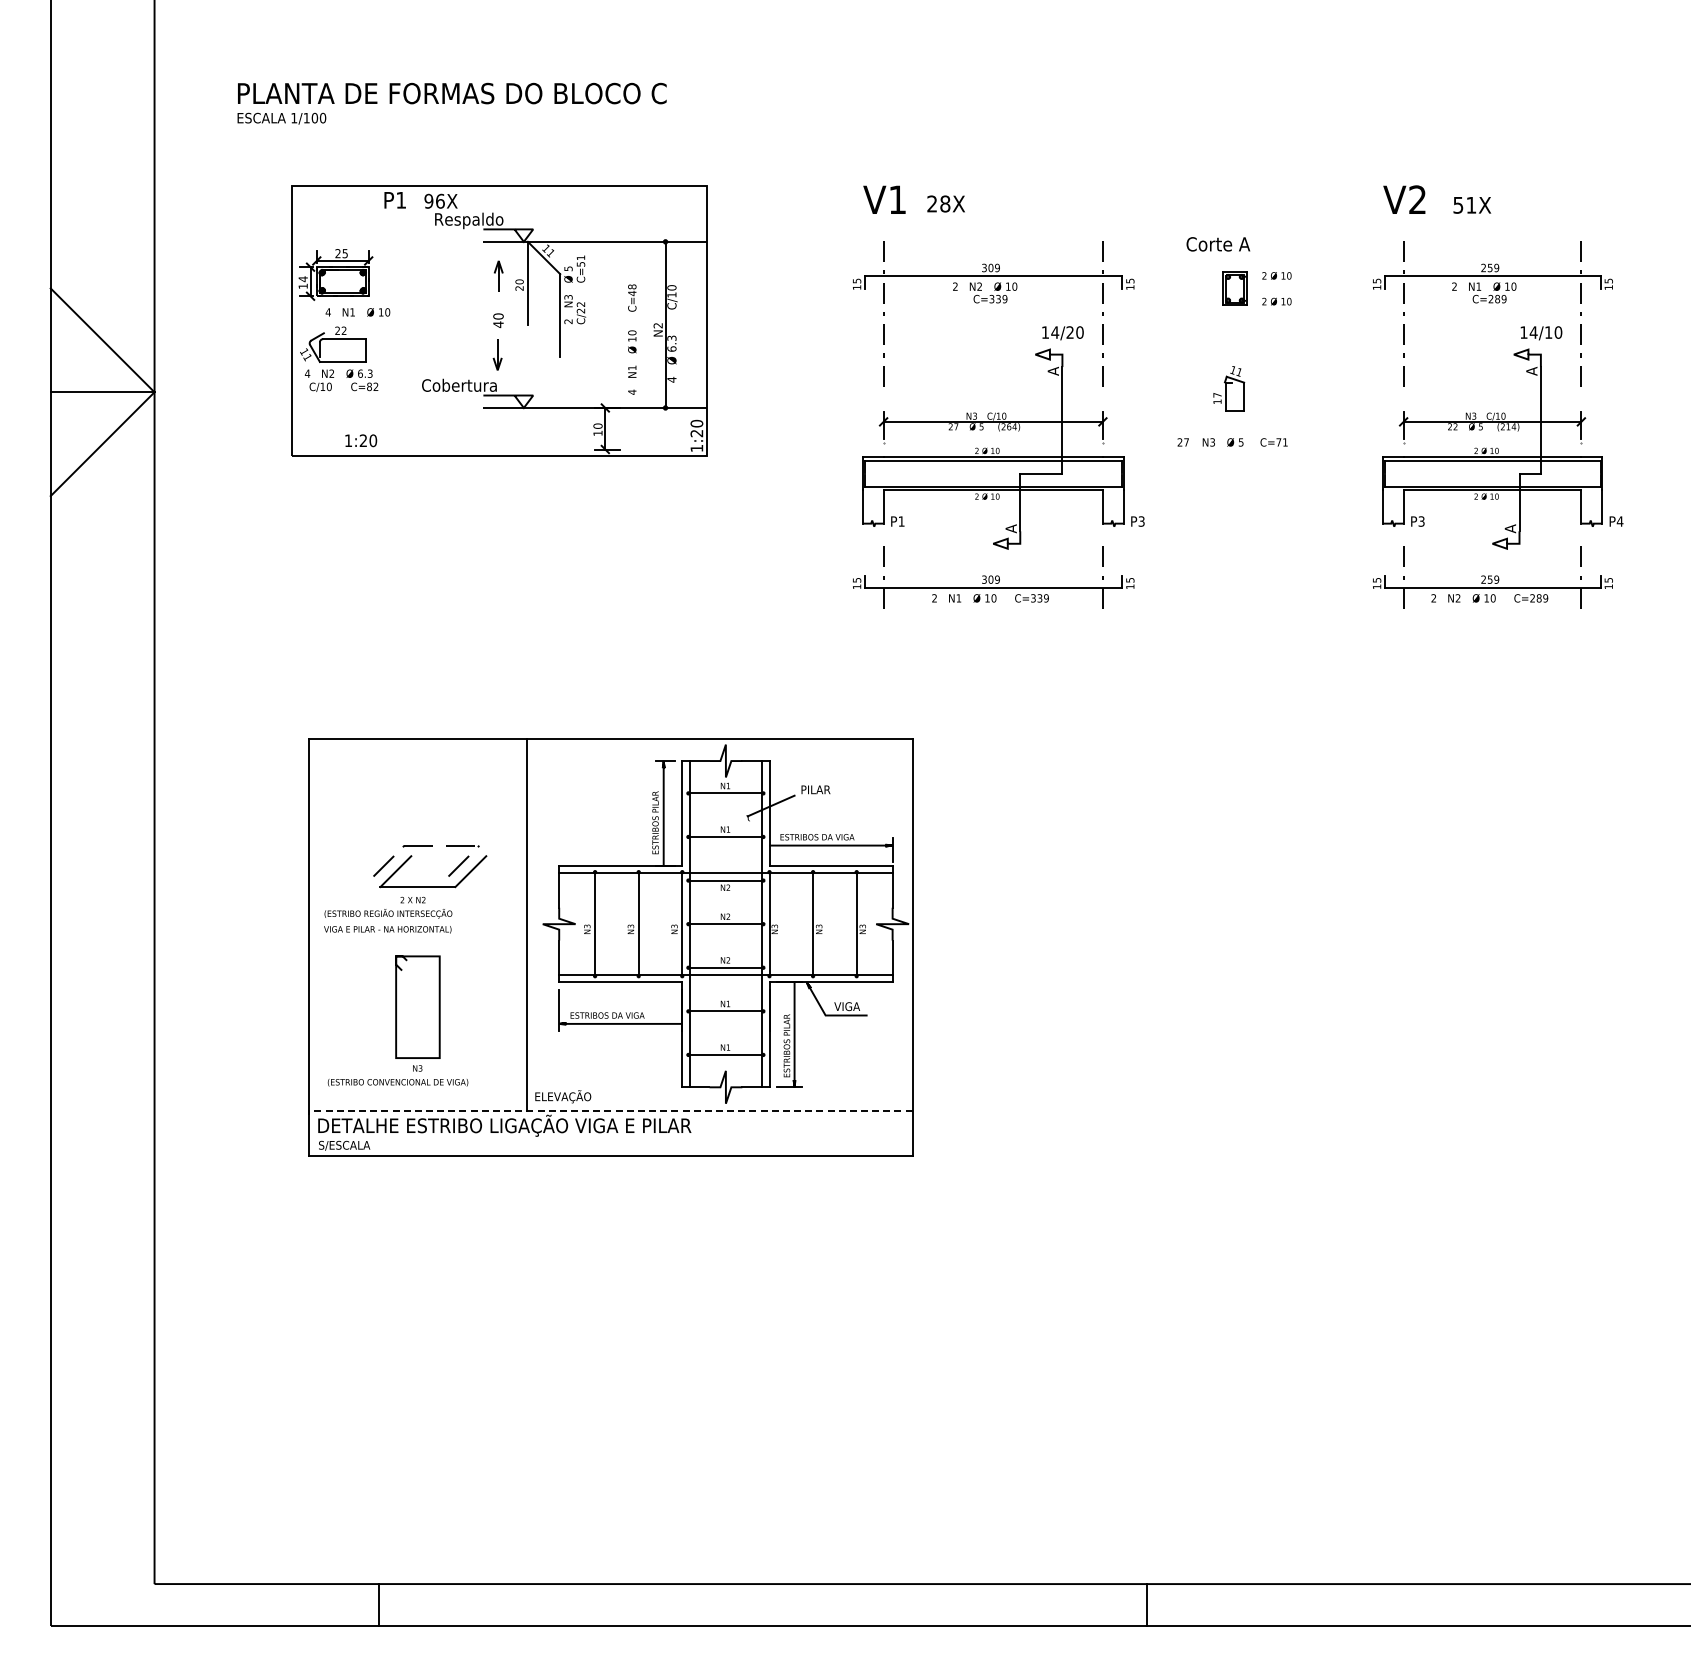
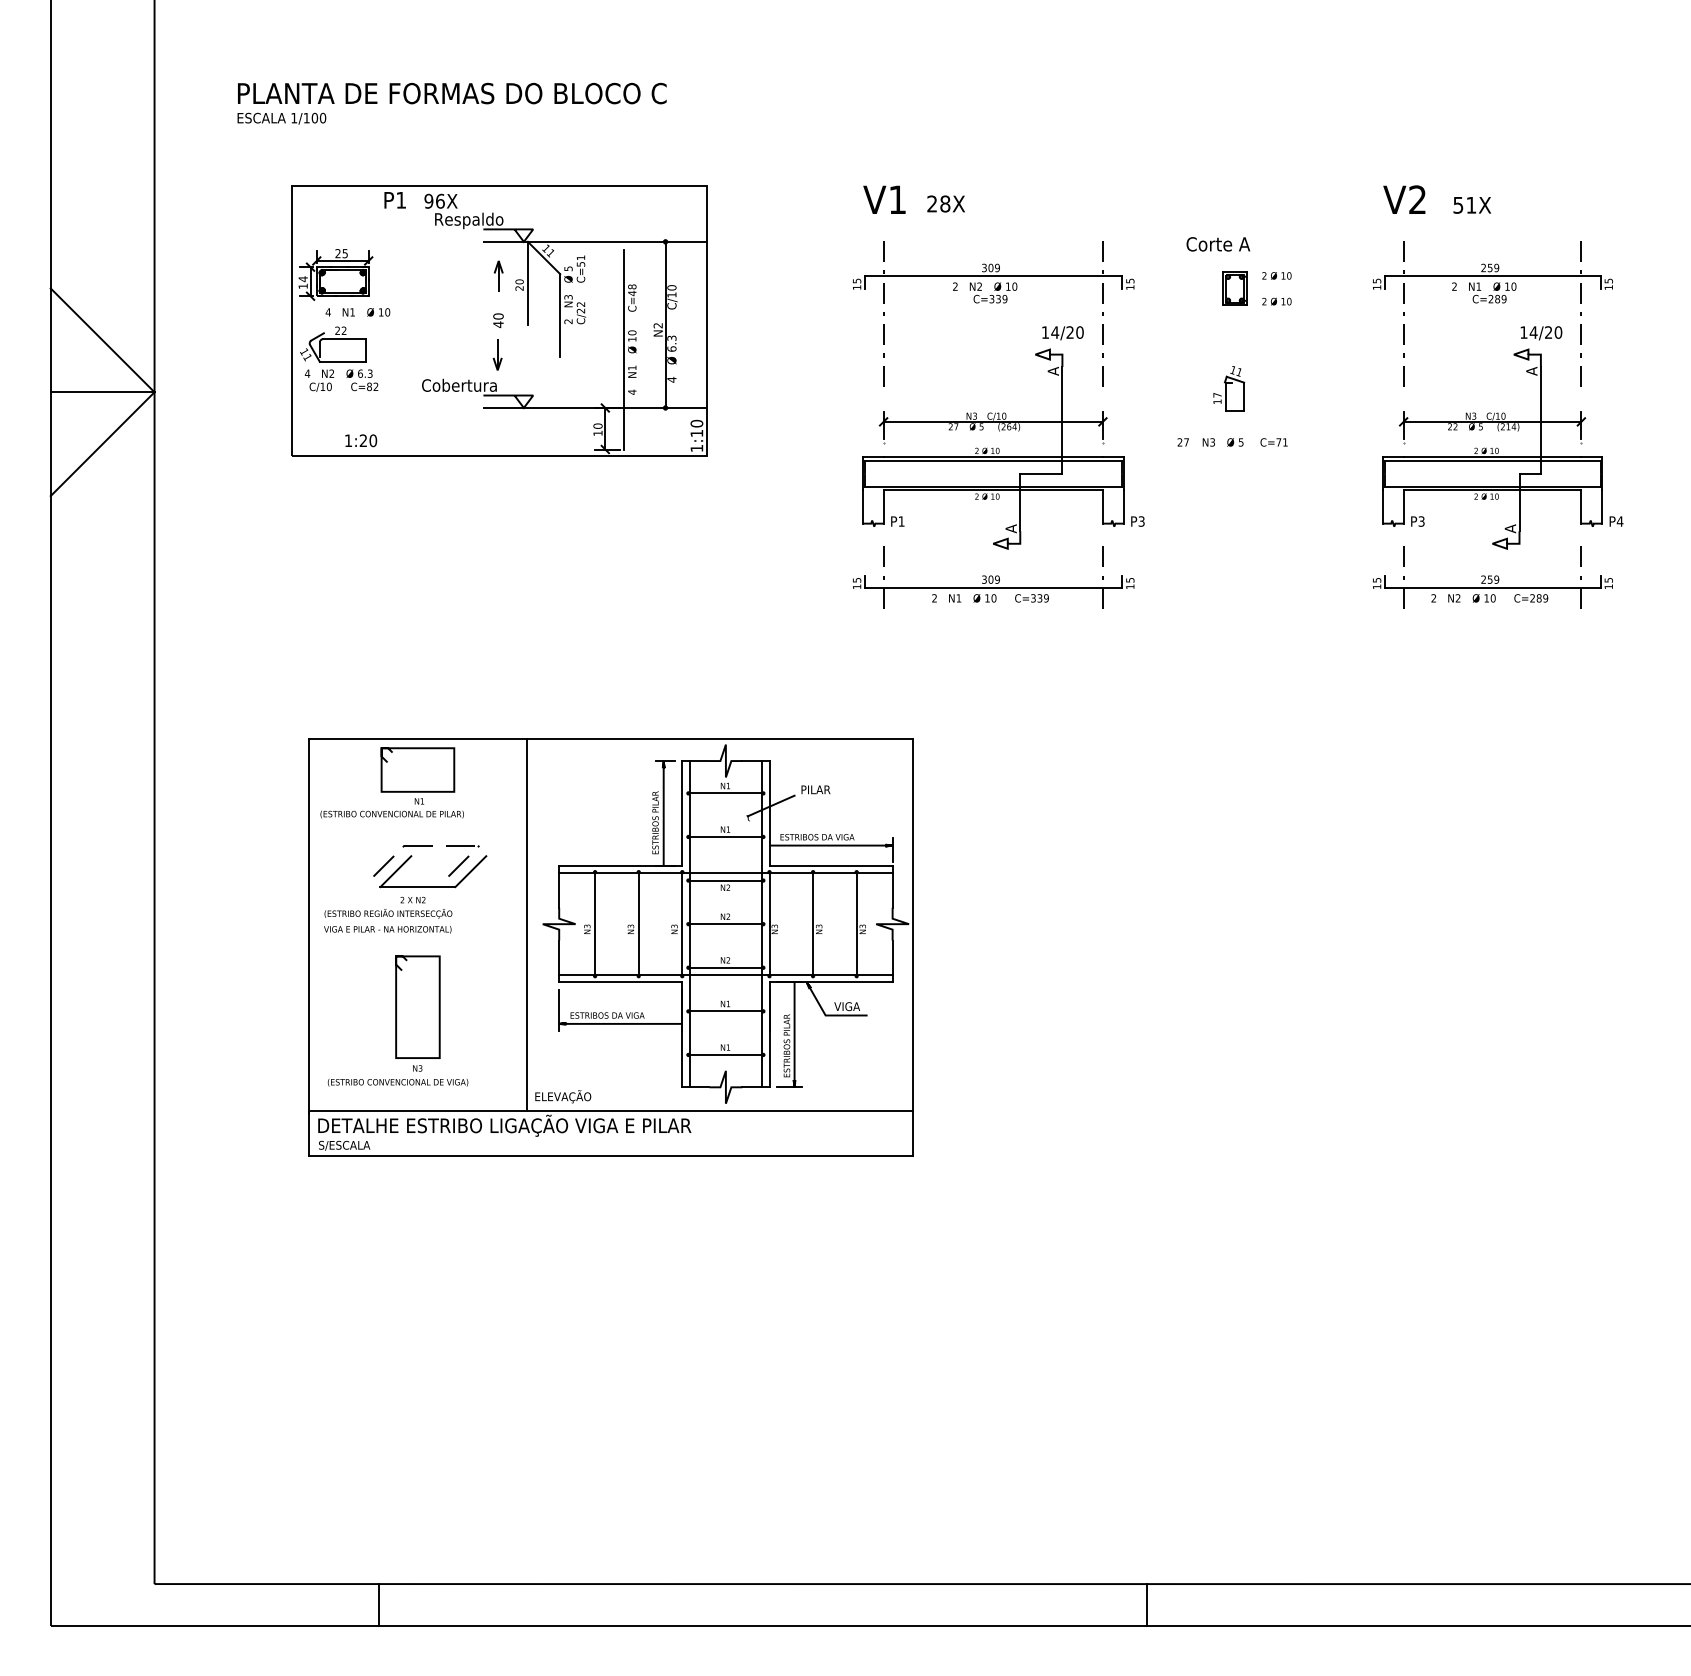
text at (1548, 332): 14/10 -> 14/20
line at (624, 349): none -> present
text at (696, 433): 1:20 -> 1:10
part at (391, 782): none -> present
line at (610, 1111): dashed -> solid
